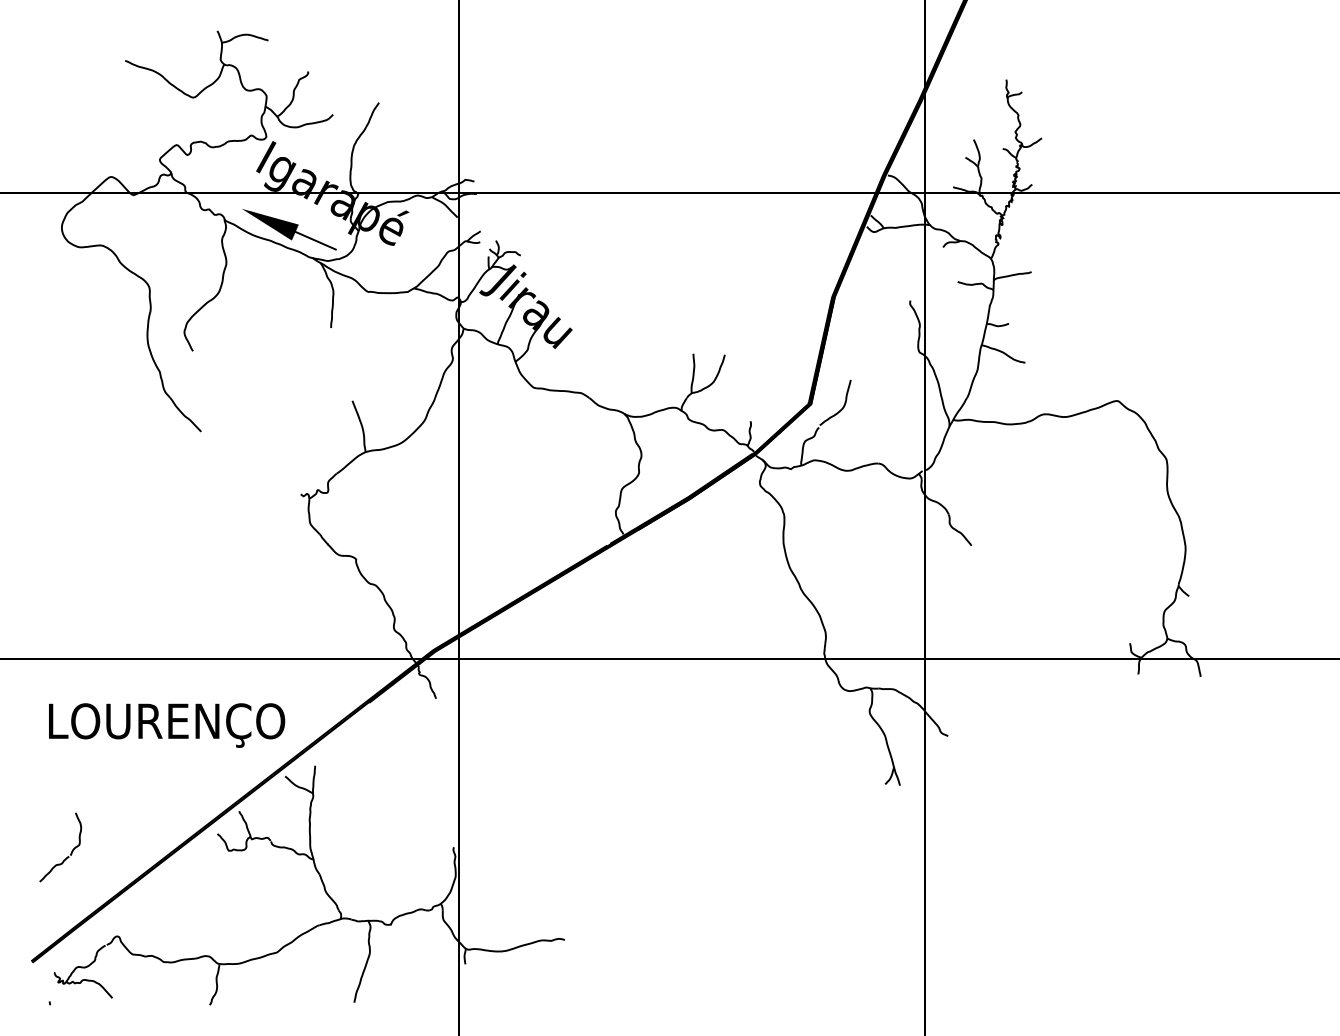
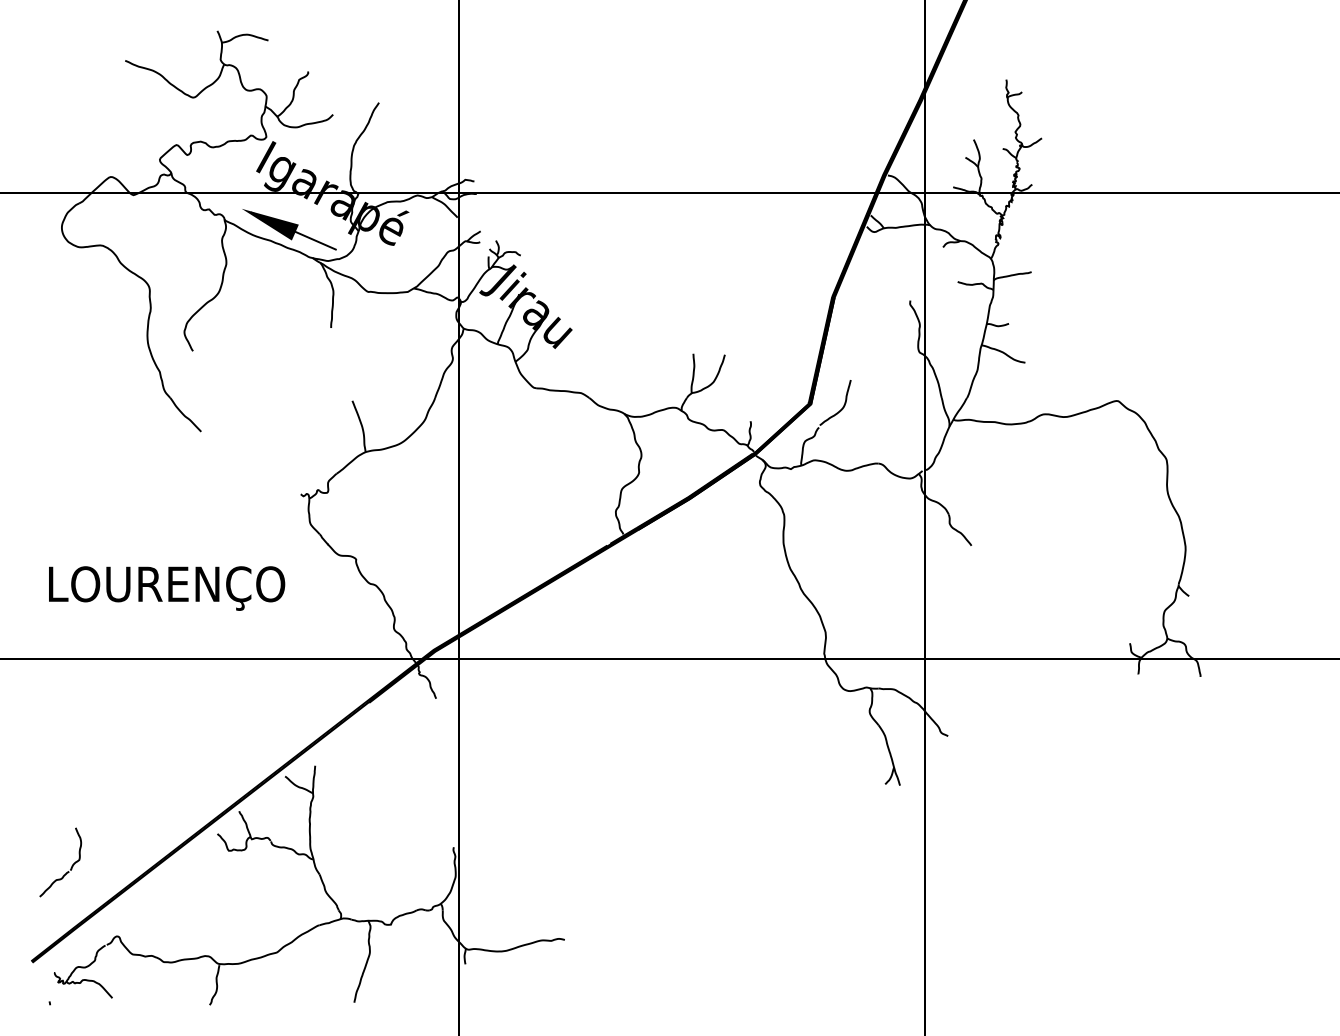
text at (167, 725) position: (167, 725) -> (167, 588)
part at (71, 850) position: (71, 850) -> (71, 865)
